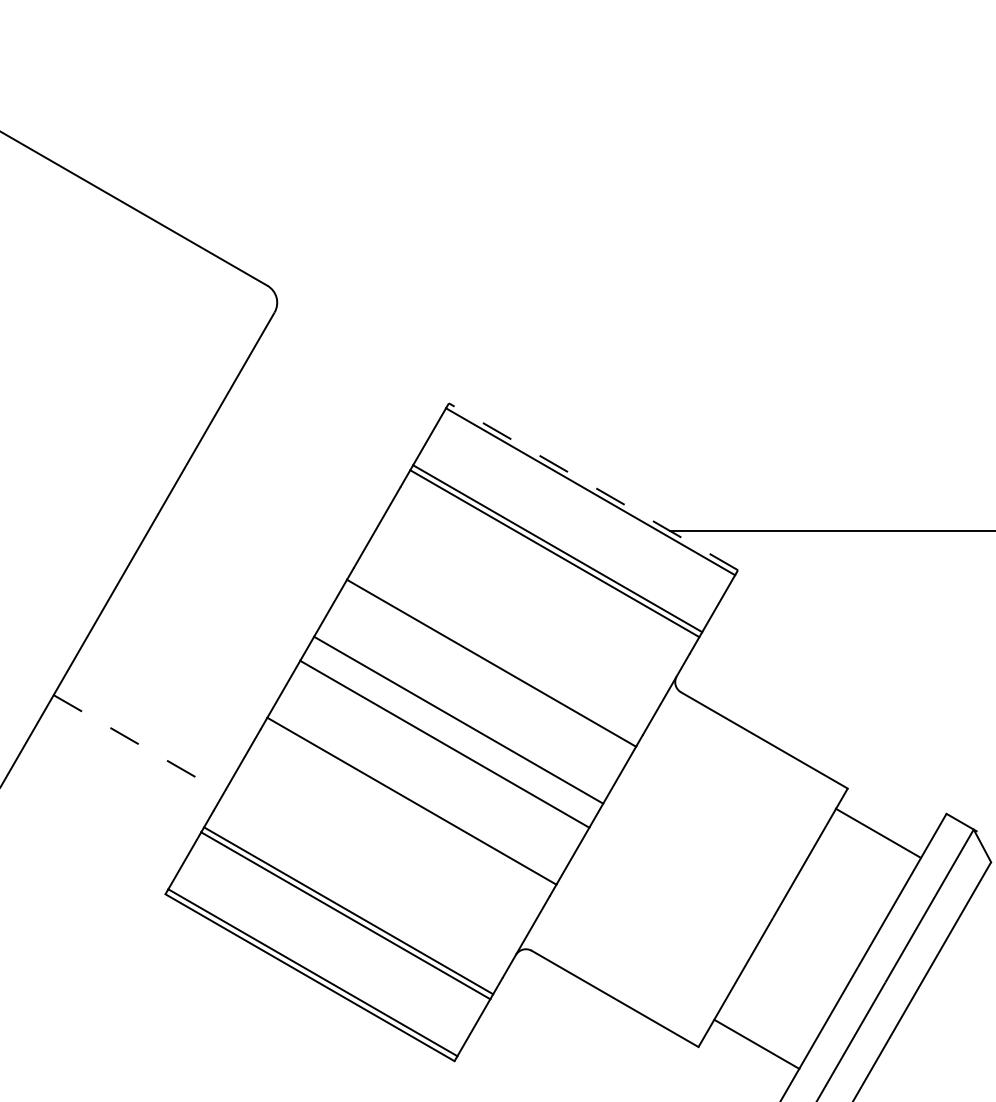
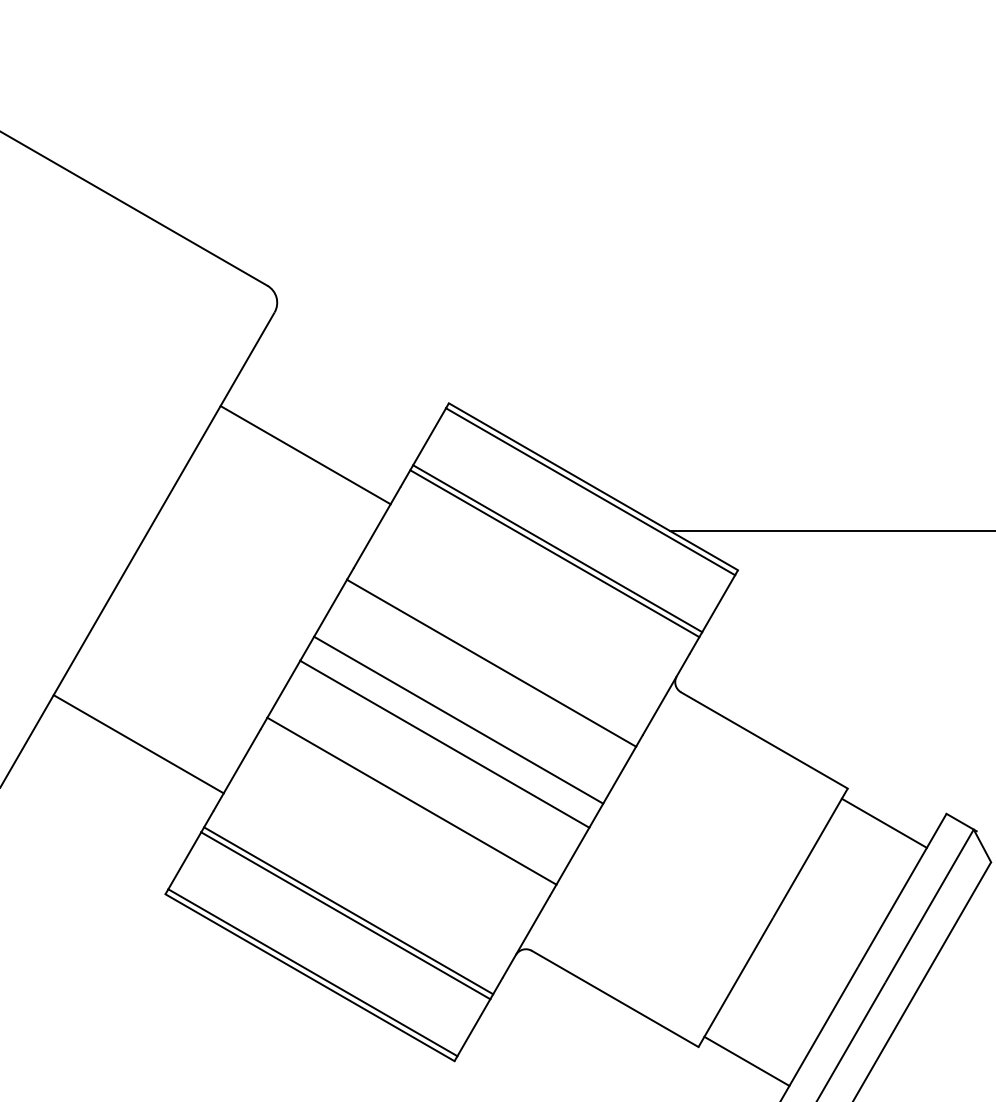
line at (305, 455): none -> present
line at (593, 486): dashed -> solid
line at (139, 744): dashed -> solid
line at (877, 832) position: (877, 832) -> (883, 822)
line at (756, 1043) position: (756, 1043) -> (746, 1060)
